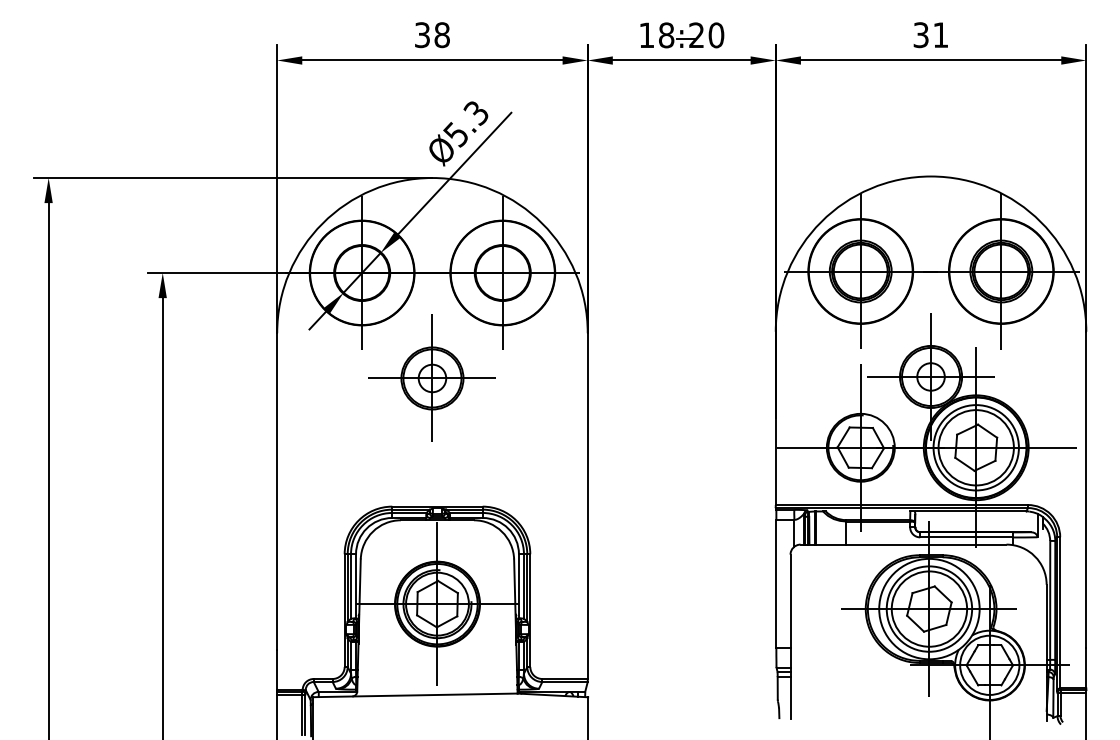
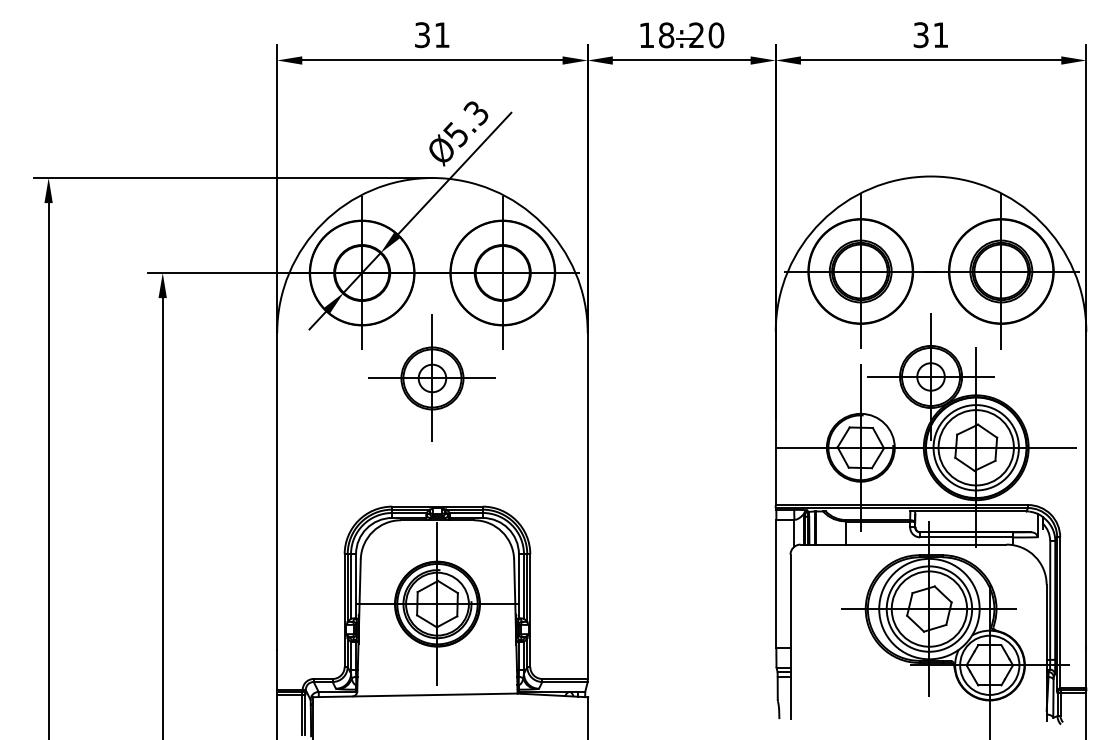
text at (441, 35): 38 -> 31
